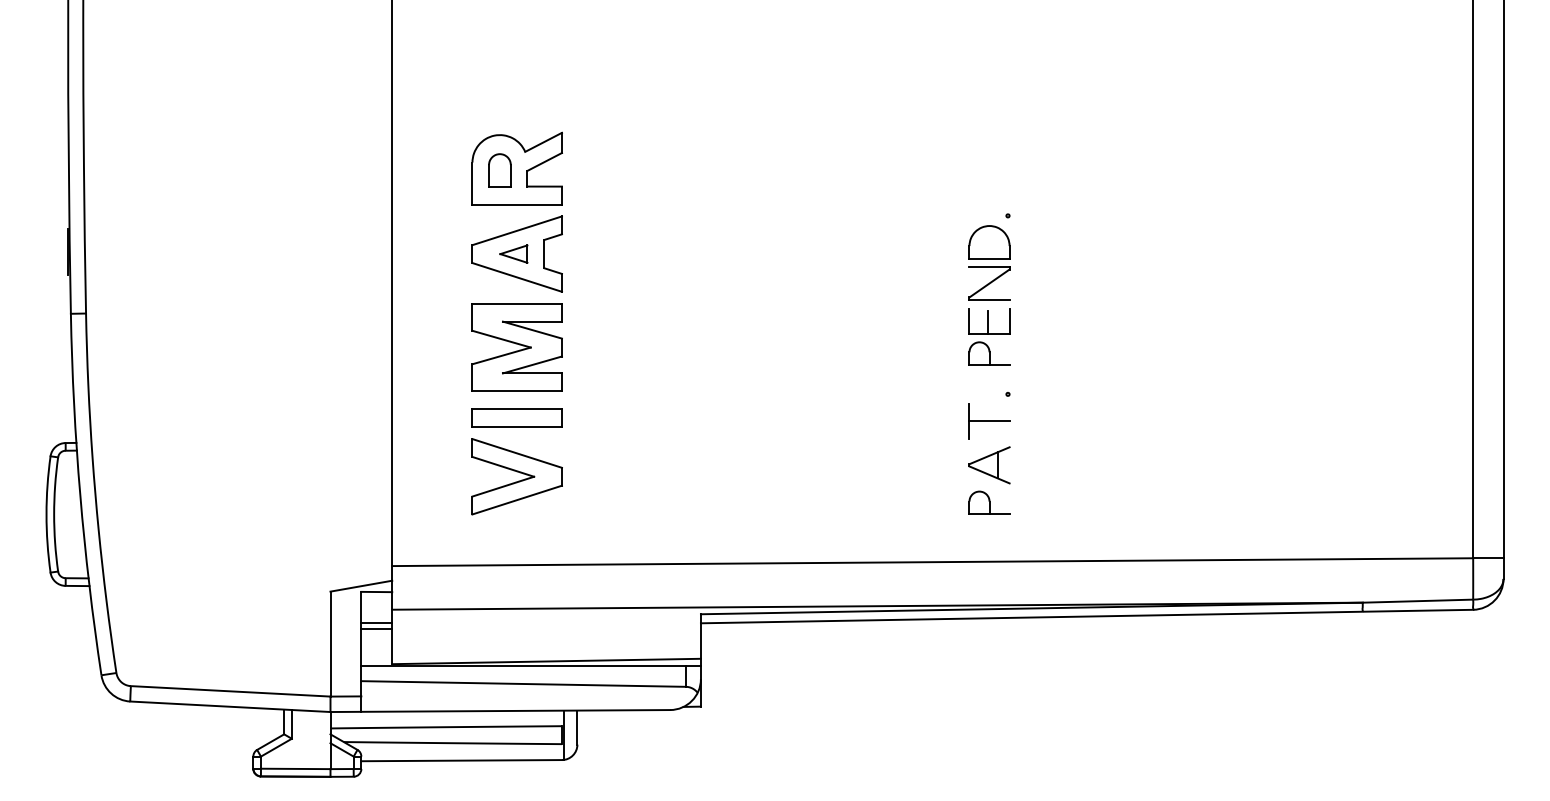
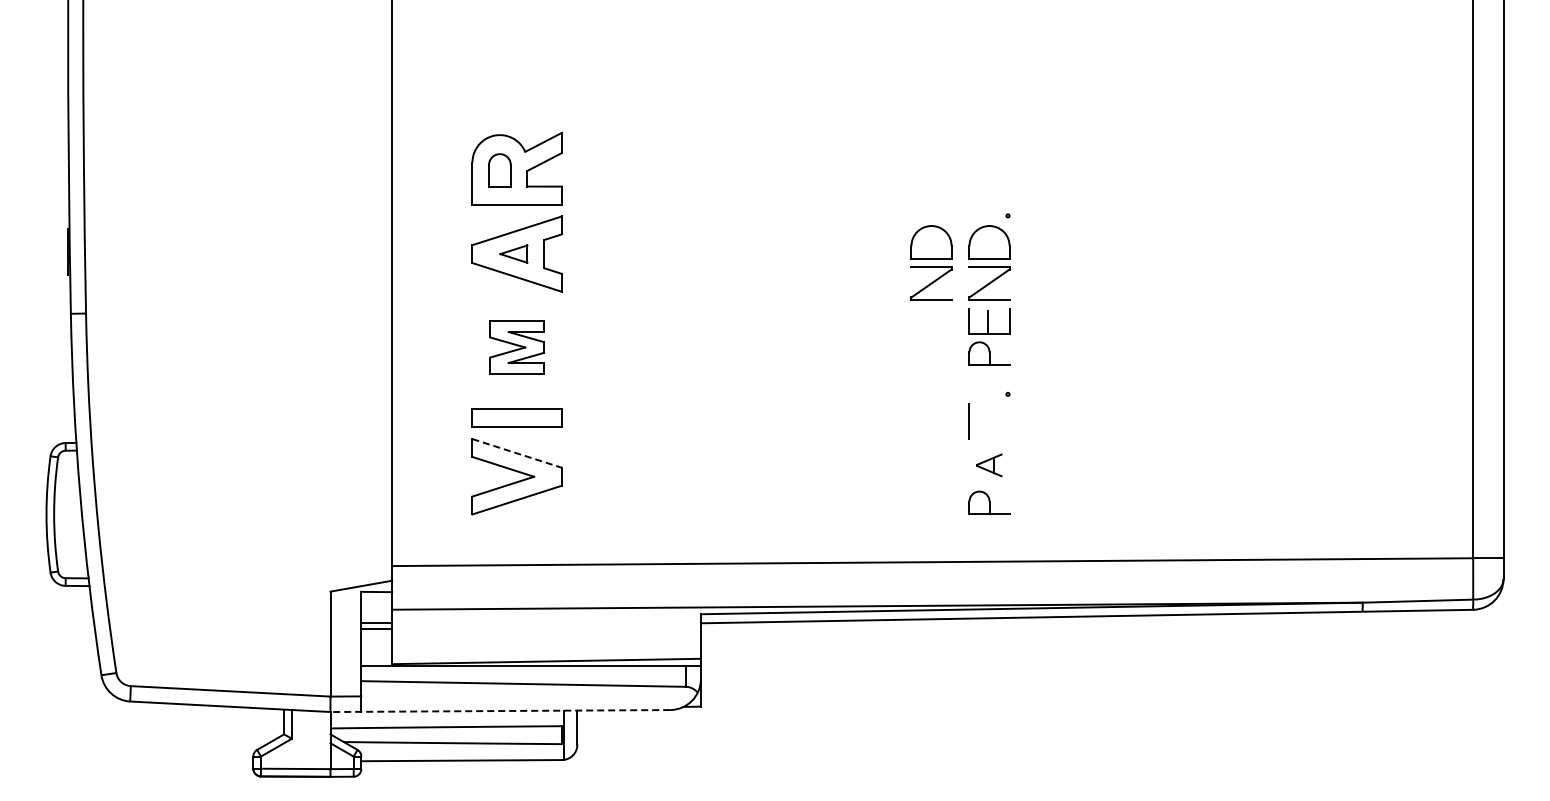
part at (931, 262): none -> present
part at (516, 347) size: 92x89 px -> 56x55 px
line at (989, 421): present -> none
line at (517, 453): solid -> dashed
part at (989, 465) size: 43x39 px -> 27x25 px
line at (500, 711): solid -> dashed
